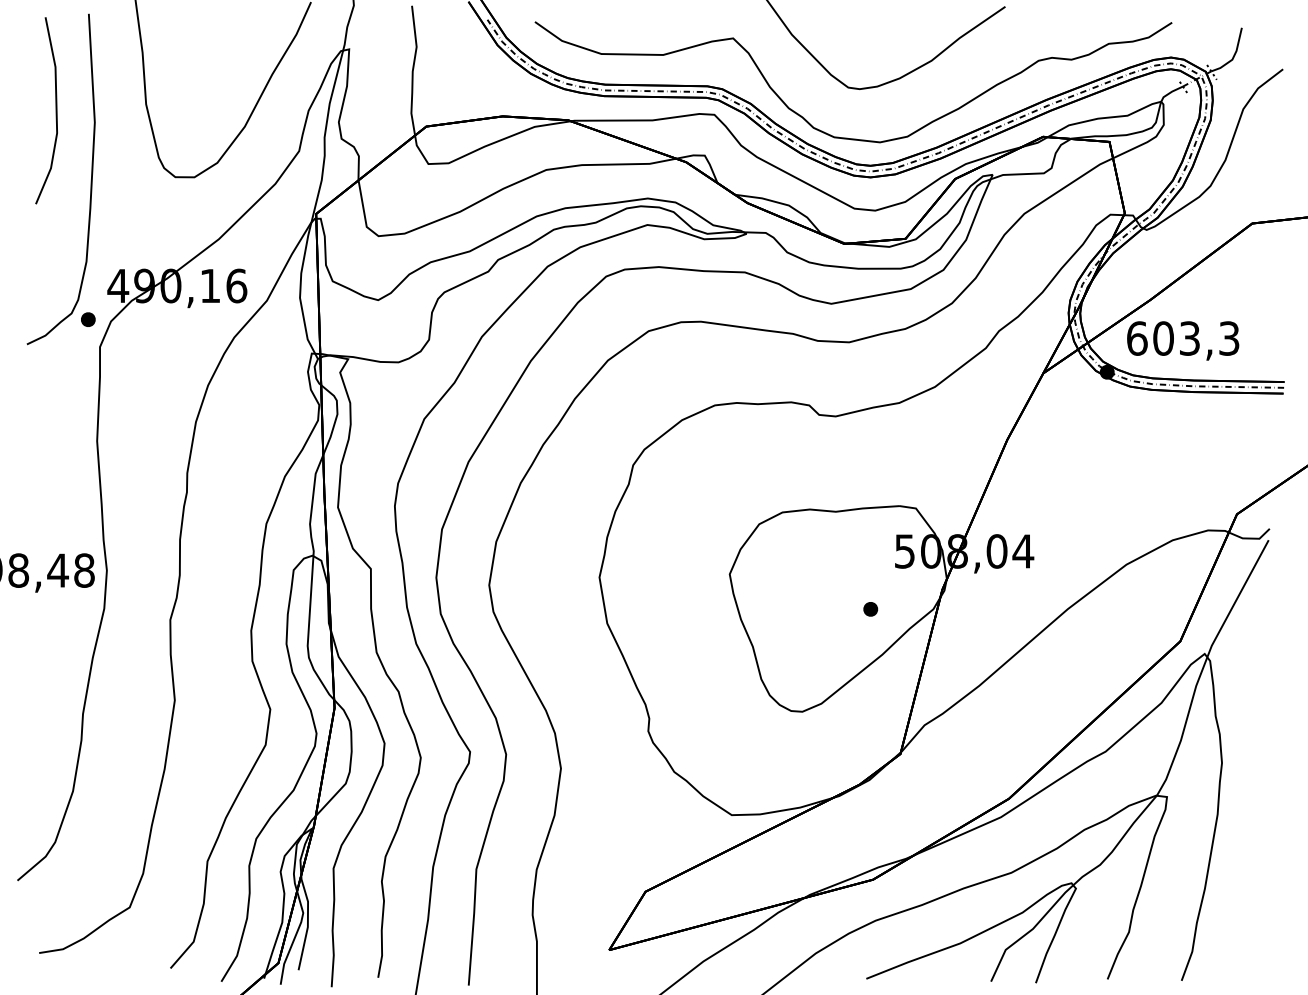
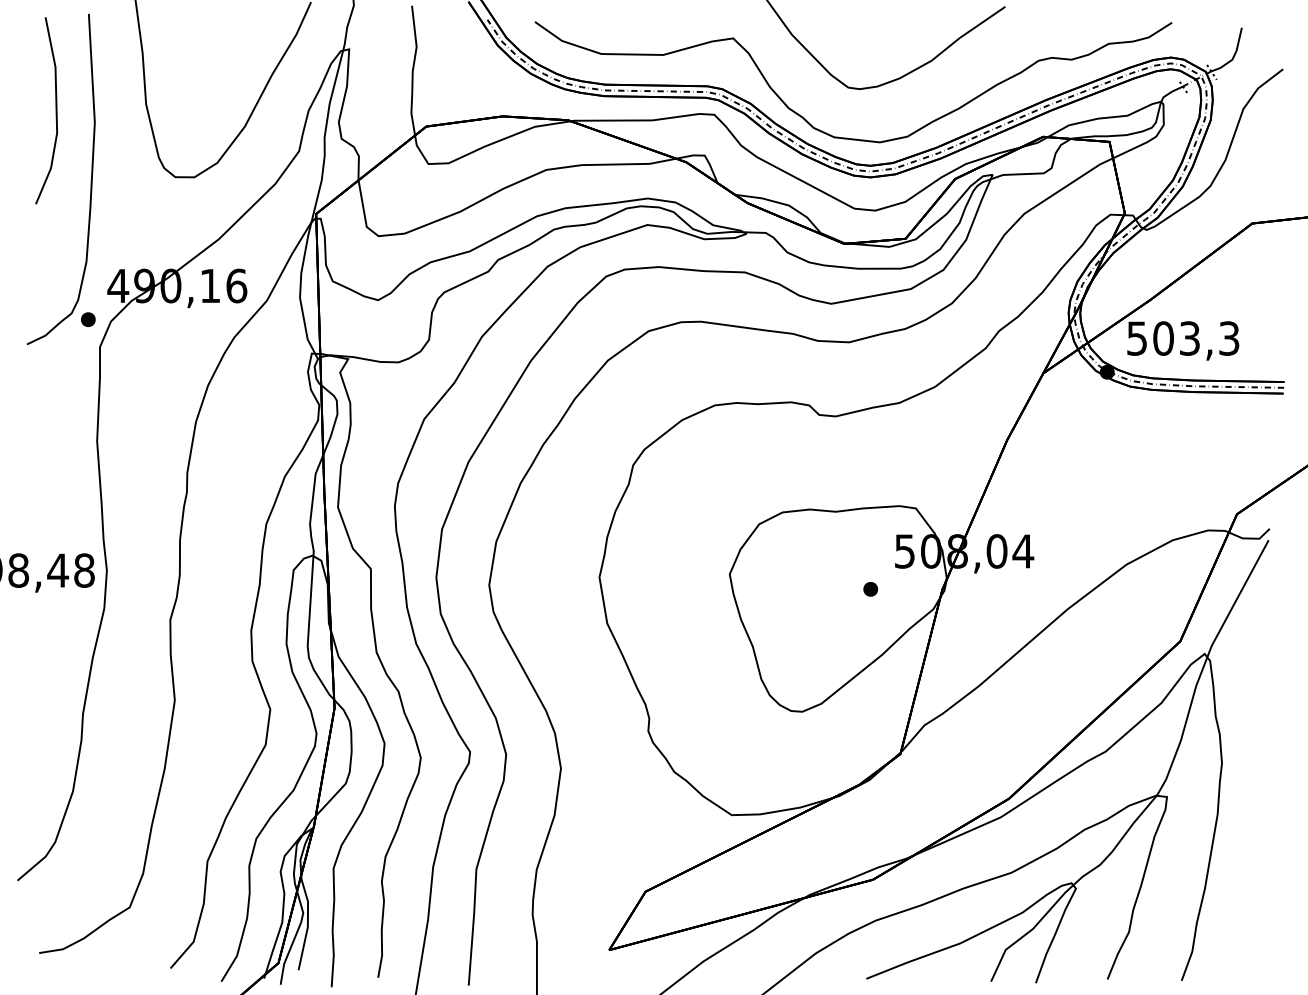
text at (1137, 338): 603,3 -> 503,3
part at (870, 609) position: (870, 609) -> (870, 589)
